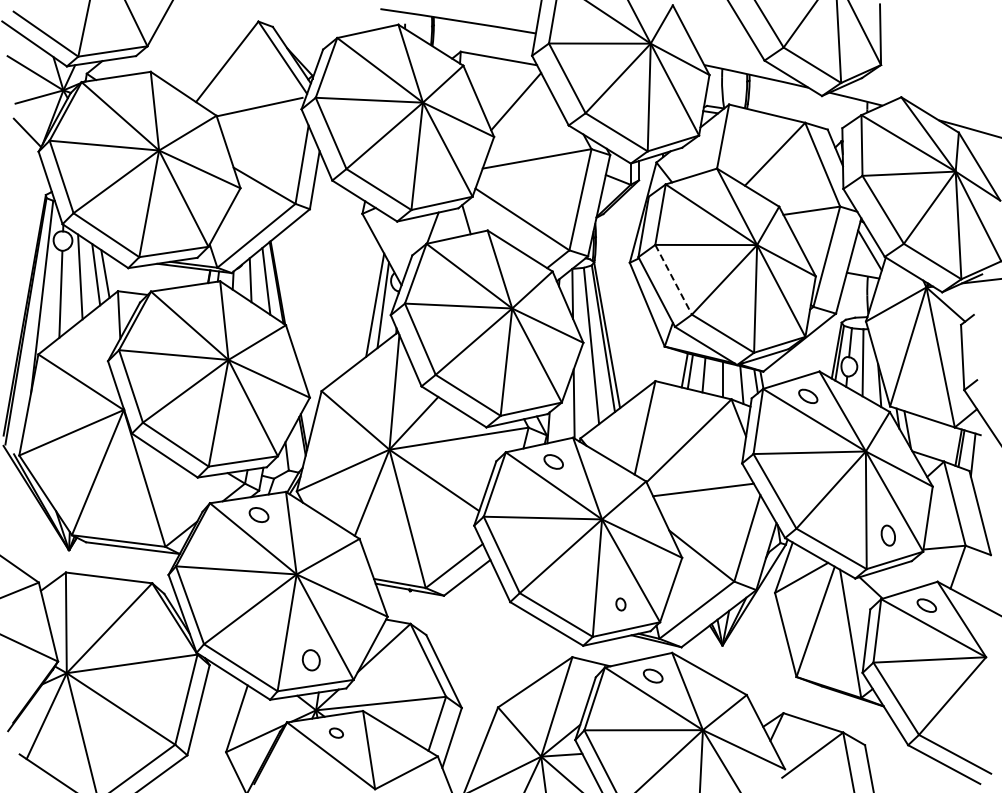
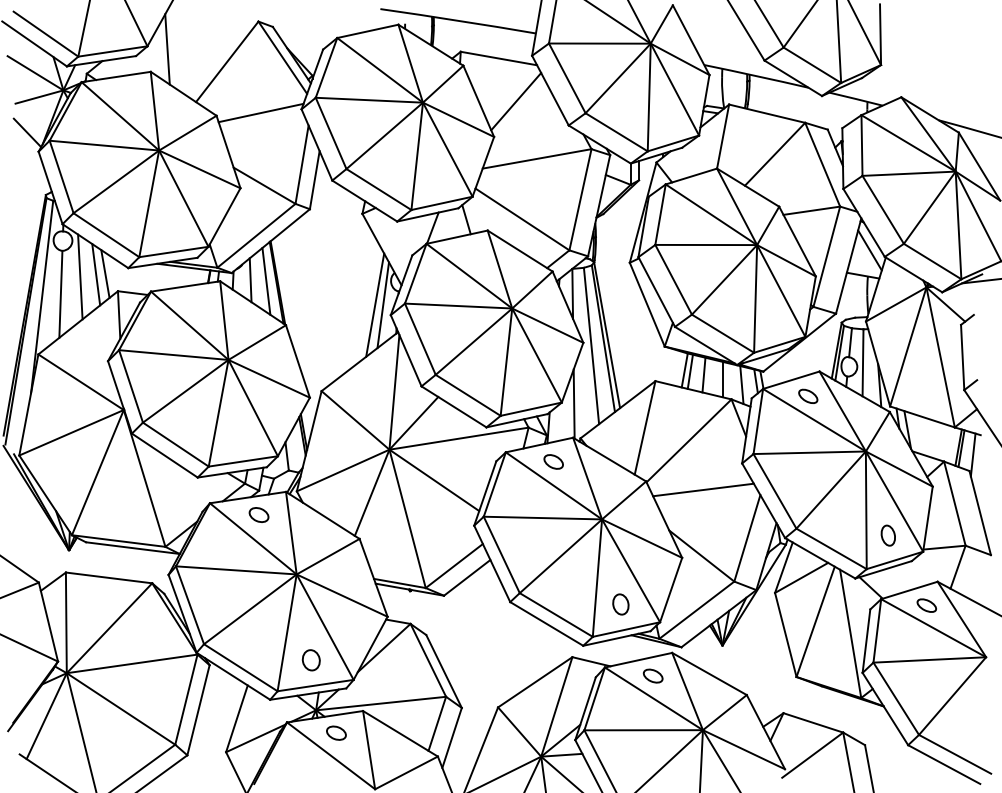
line at (167, 49): none -> present
line at (259, 106) position: (259, 106) -> (260, 112)
line at (673, 280): dashed -> solid
part at (620, 604) size: 12x15 px -> 18x23 px
part at (335, 732) size: 16x12 px -> 21x16 px
